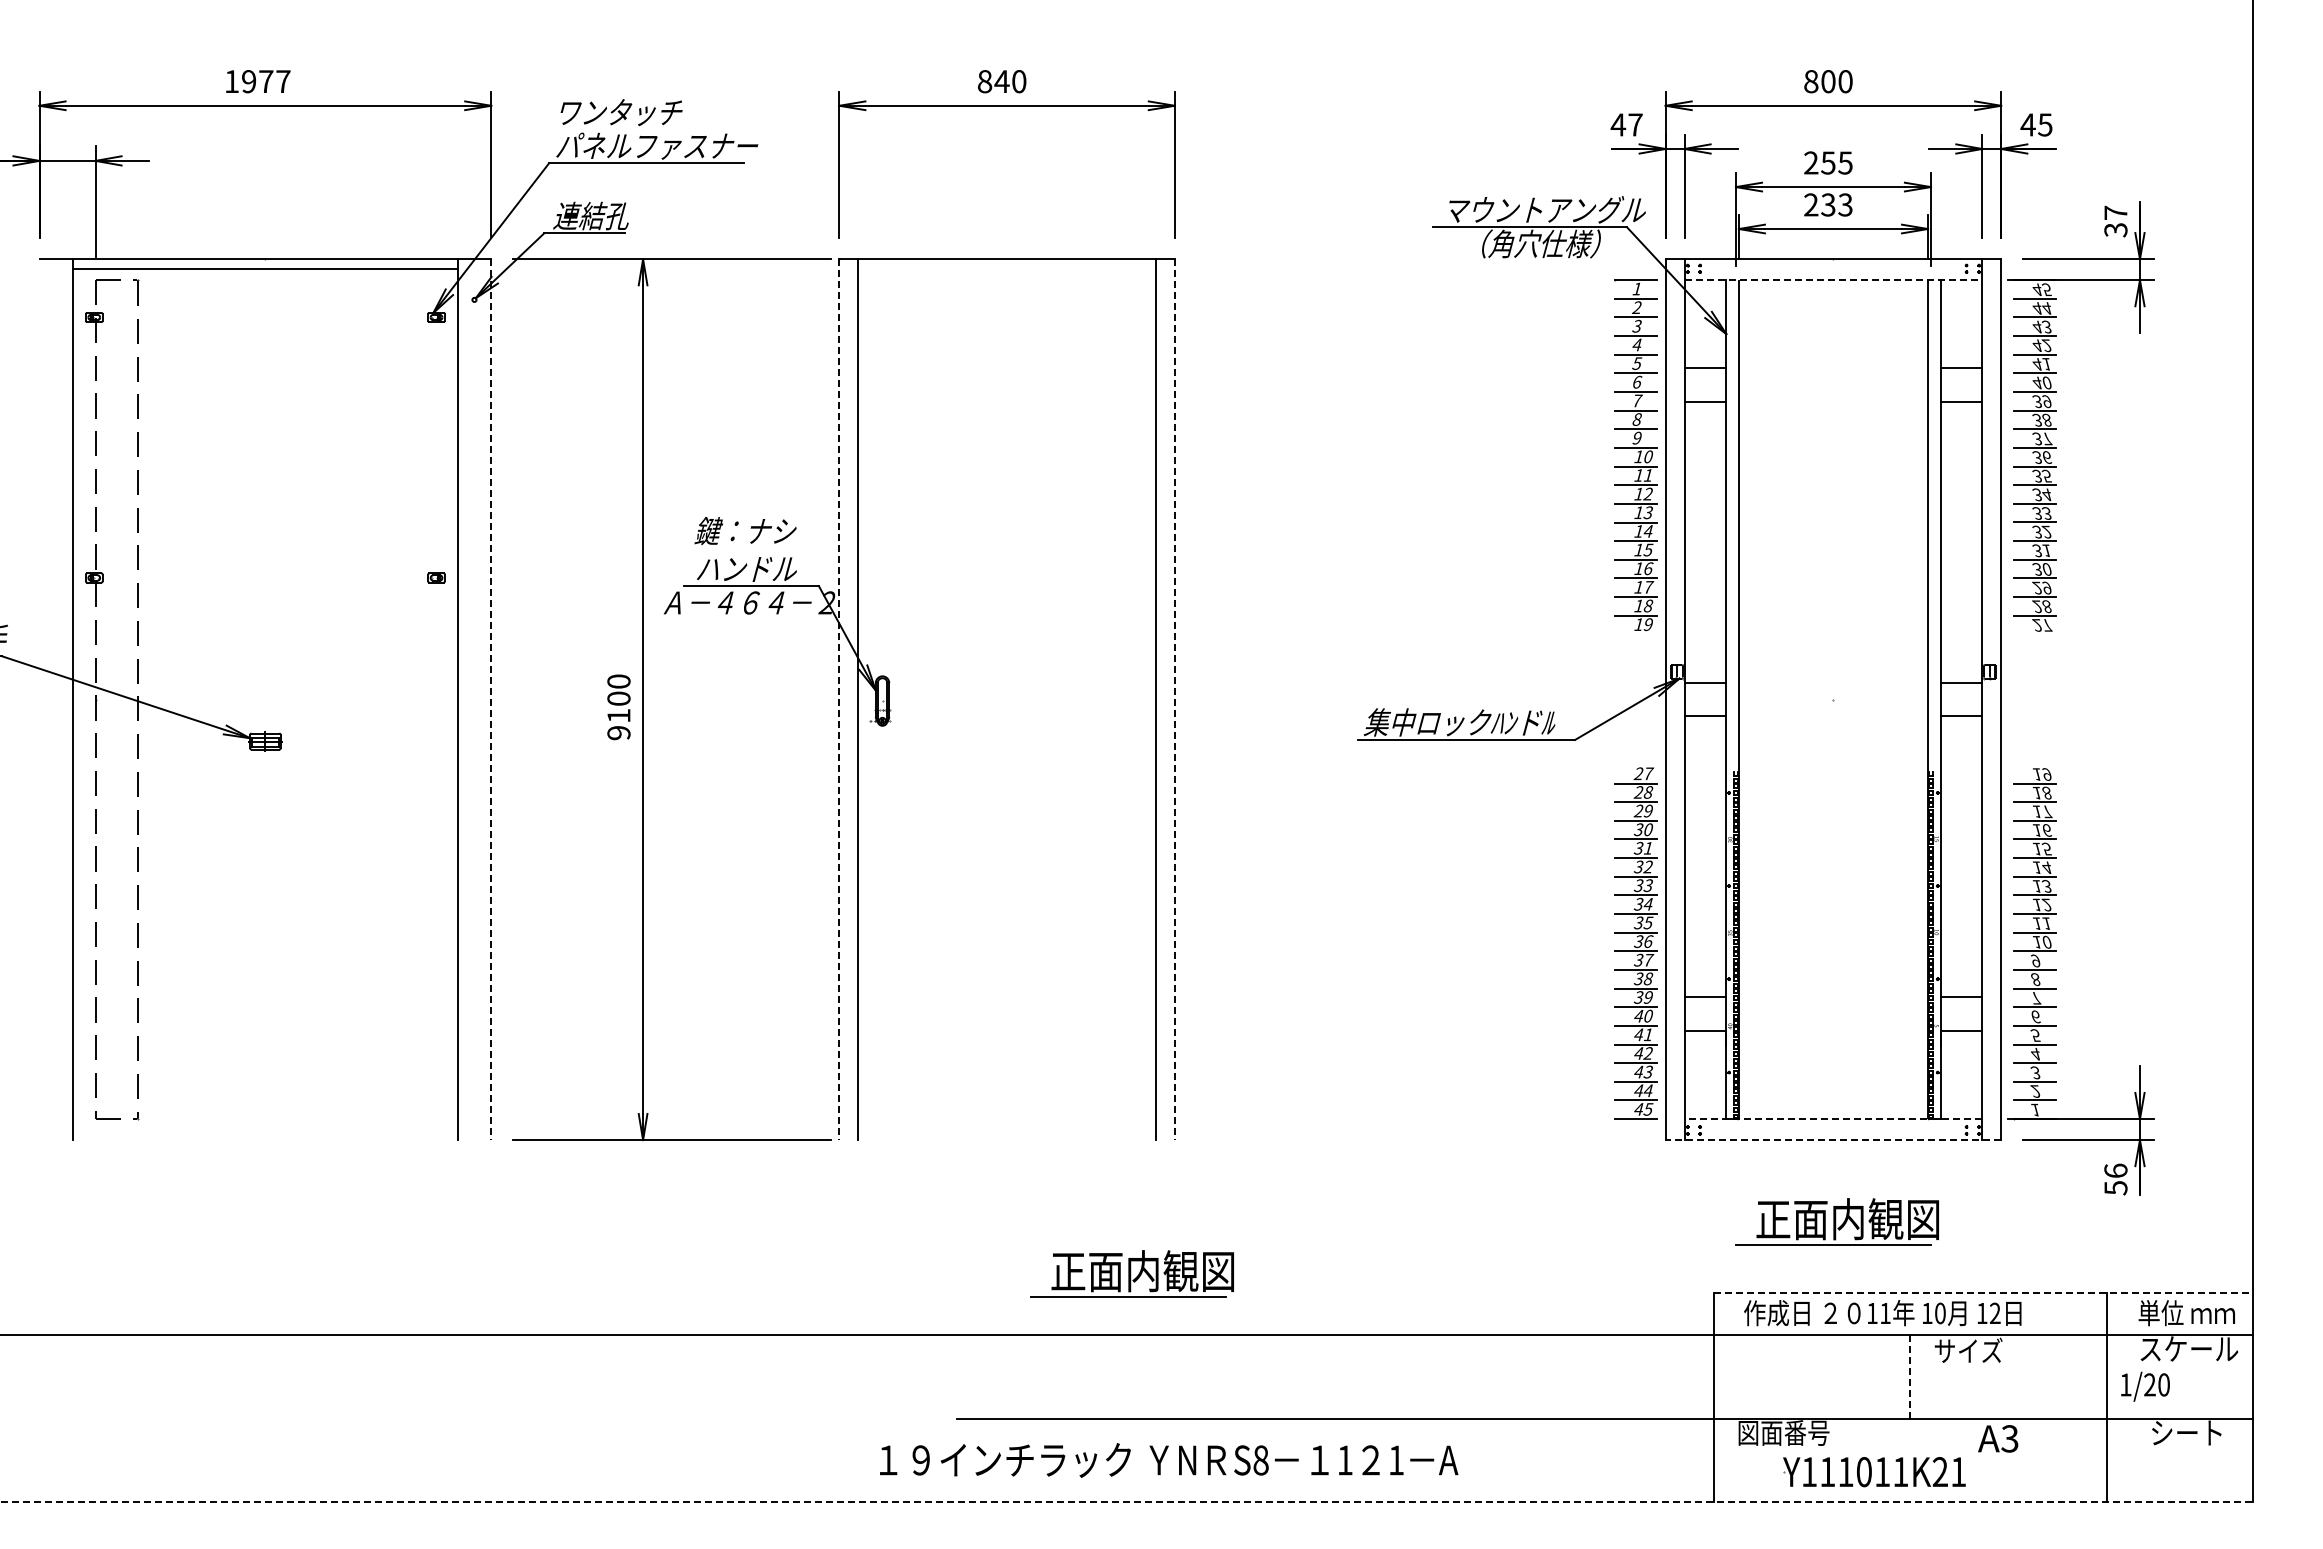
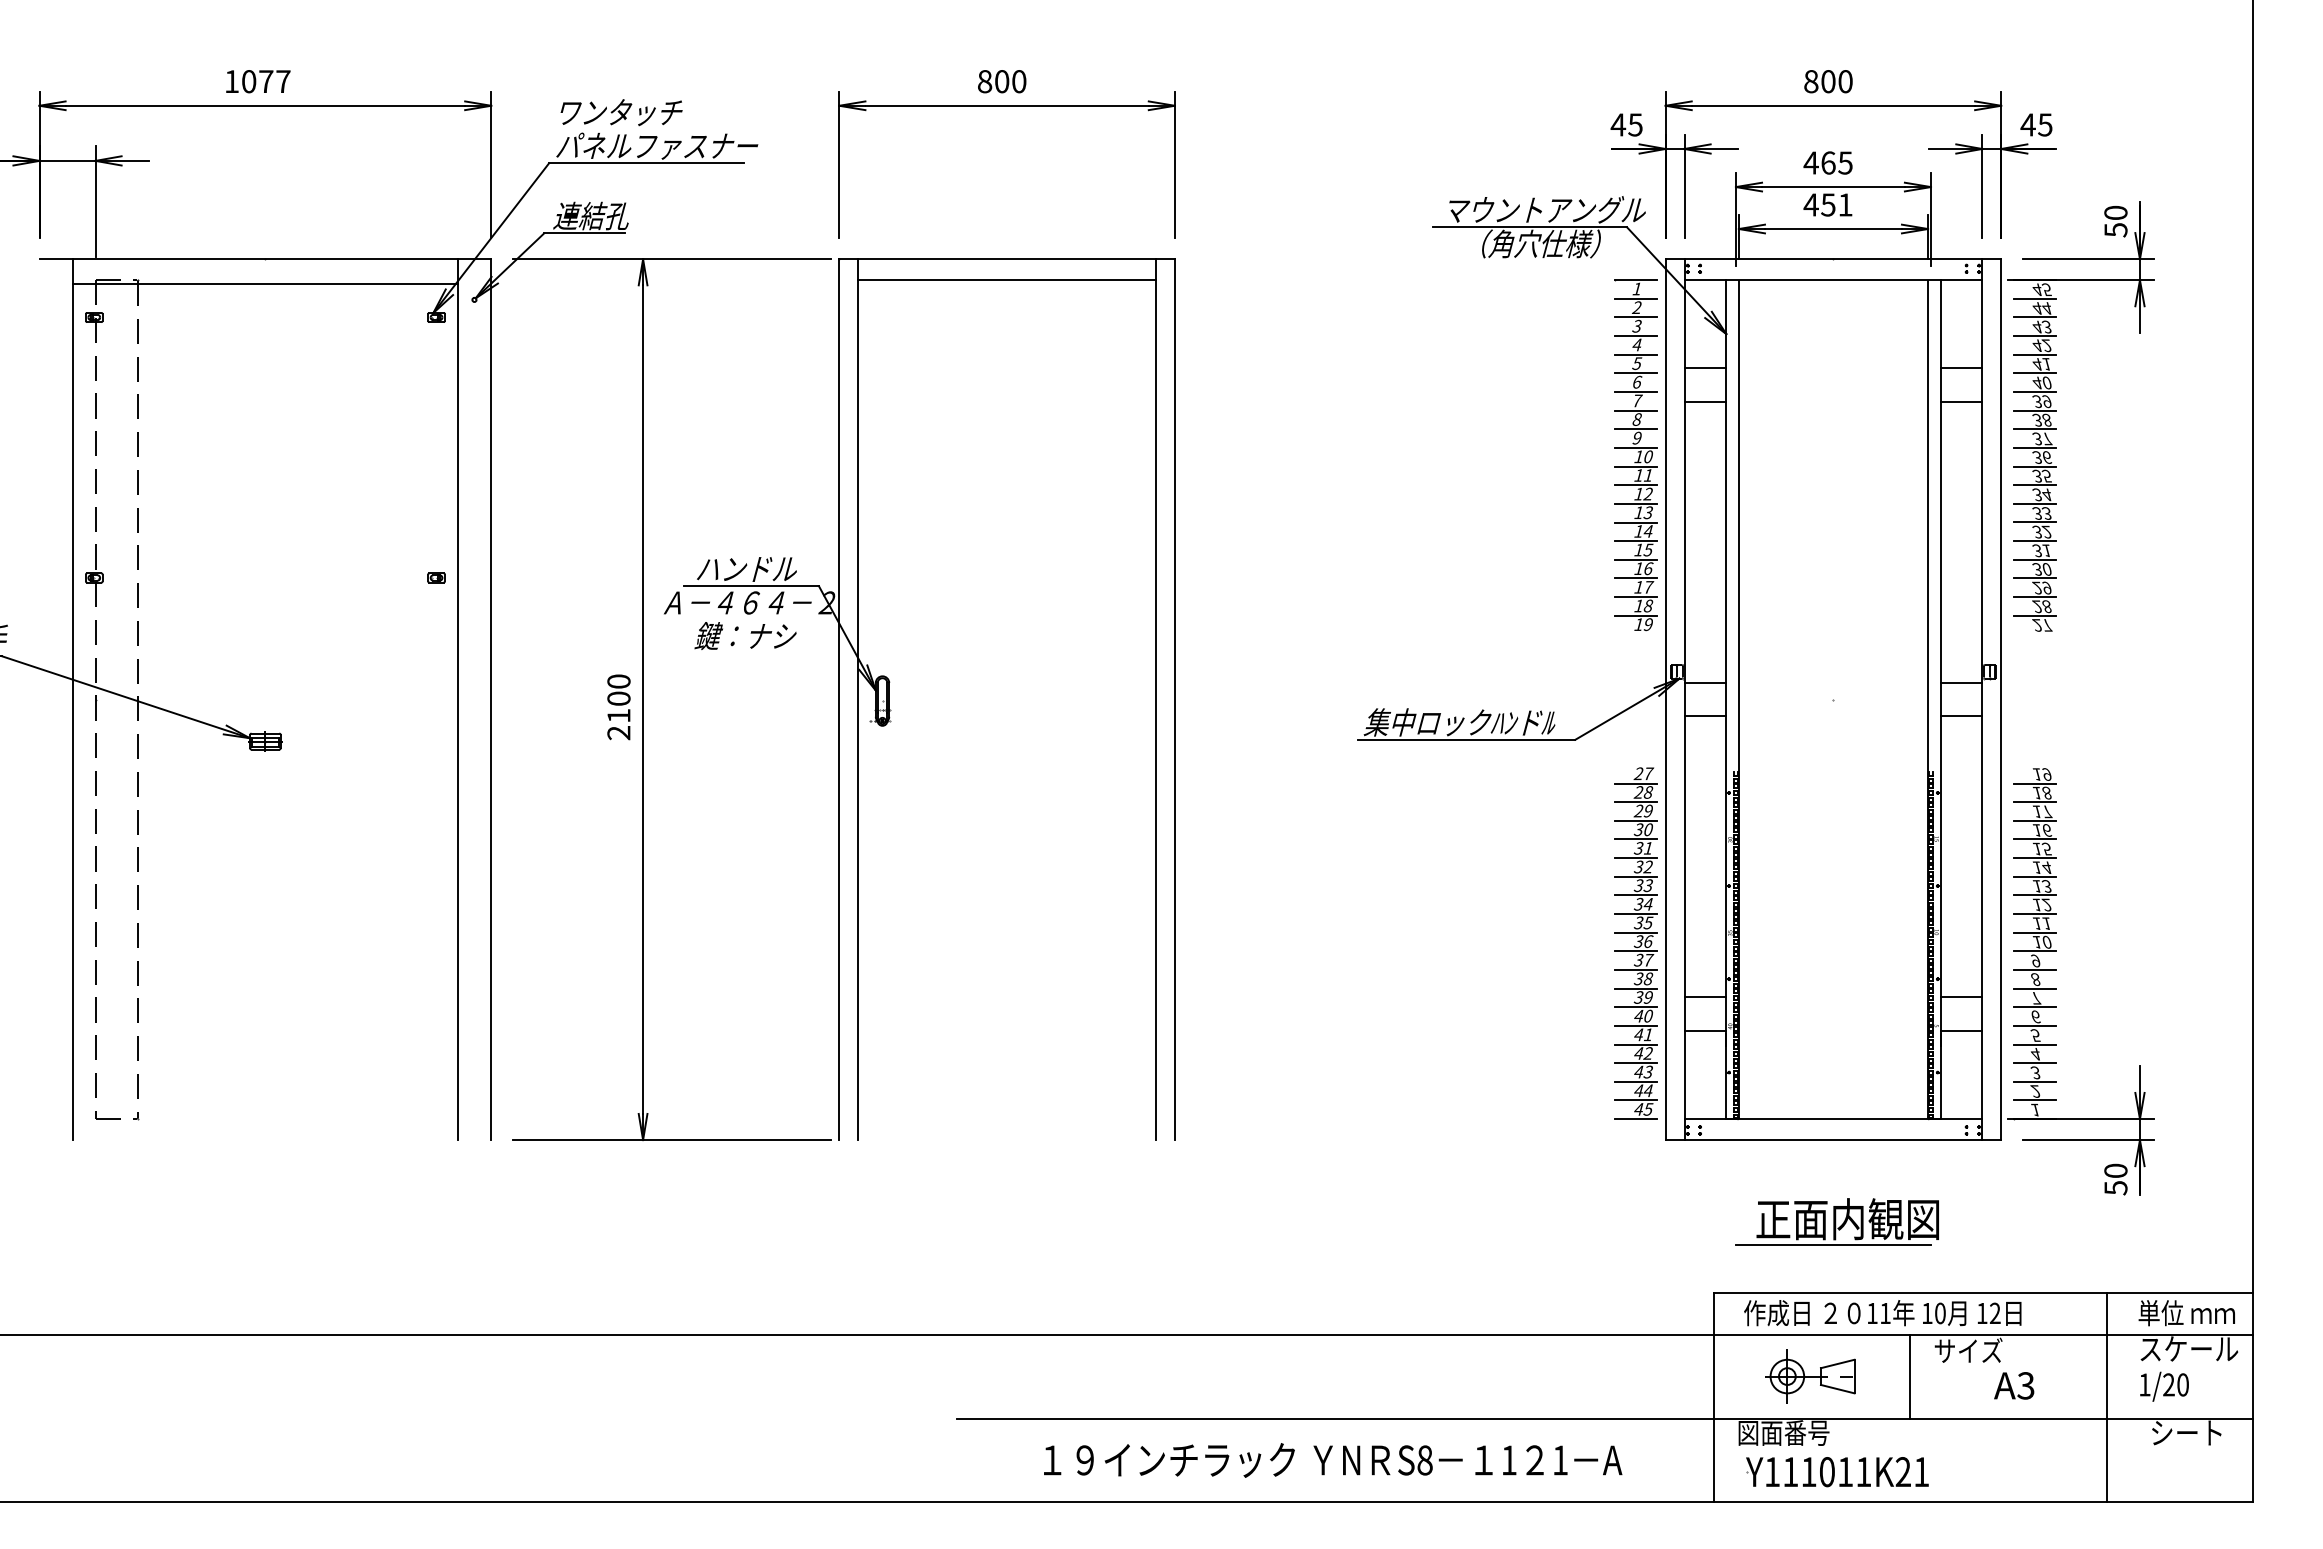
text at (249, 81): 1977 -> 1077
text at (1001, 81): 840 -> 800
text at (1635, 124): 47 -> 45
text at (1819, 162): 255 -> 465
text at (1827, 204): 233 -> 451
text at (2115, 220): 37 -> 50
line at (265, 269) position: (265, 269) -> (265, 284)
line at (1007, 280): none -> present
line at (1833, 280): dashed -> solid
text at (745, 530) position: (745, 530) -> (745, 635)
line at (491, 700): dashed -> solid
line at (839, 700): dashed -> solid
line at (1174, 700): dashed -> solid
text at (618, 733): 9100 -> 2100
line at (1833, 1119): dashed -> solid
line at (1833, 1140): dashed -> solid
text at (2115, 1170): 56 -> 50
part at (1131, 1273): present -> none
line at (1984, 1292): dashed -> solid
part at (1810, 1376): none -> present
line at (1910, 1376): dashed -> solid
text at (2145, 1386) position: (2145, 1386) -> (2164, 1386)
text at (1998, 1438) position: (1998, 1438) -> (2014, 1385)
text at (1169, 1460) position: (1169, 1460) -> (1333, 1460)
part at (1874, 1472) position: (1874, 1472) -> (1837, 1472)
line at (1127, 1502): dashed -> solid
